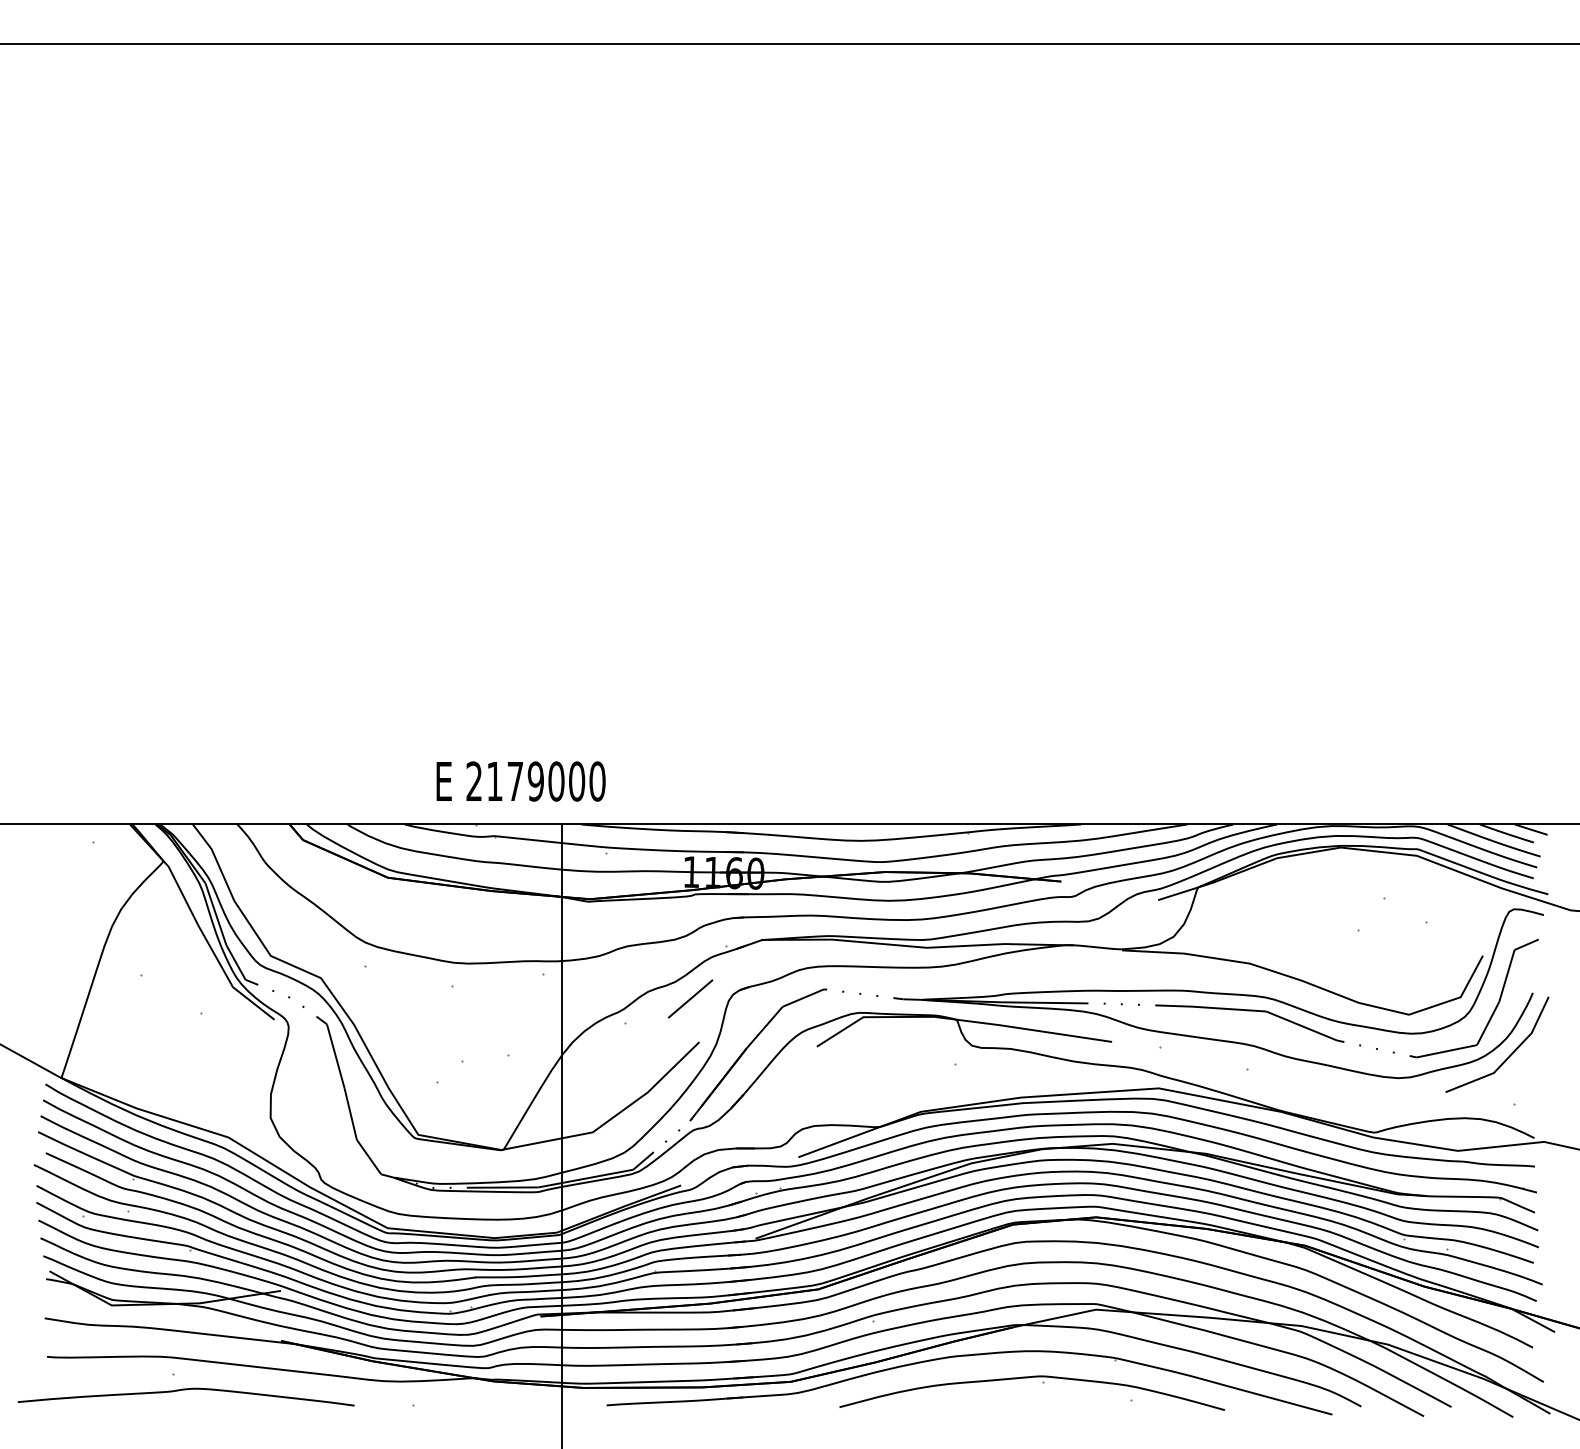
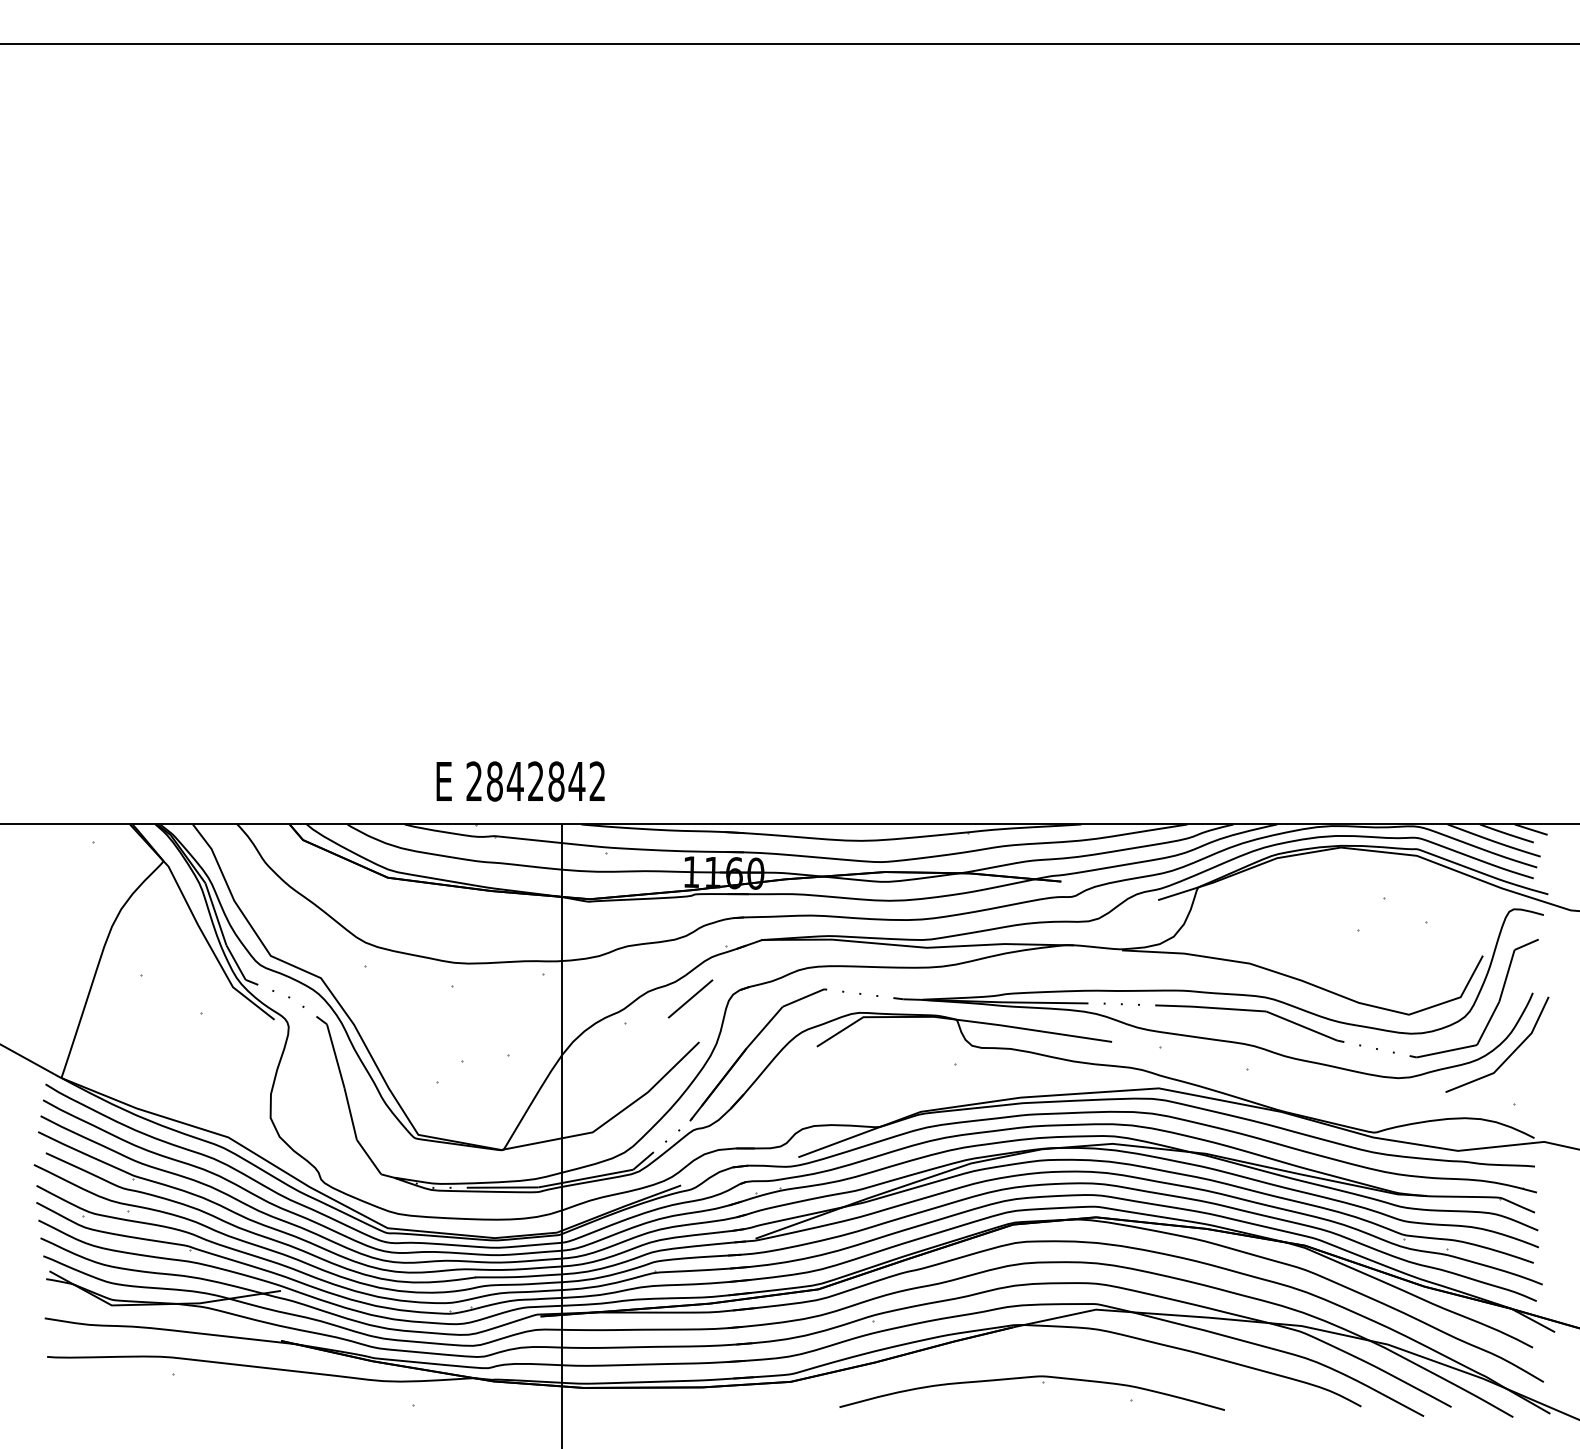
text at (546, 781): 2179000 -> 2842842
part at (969, 1356): present -> none
curve at (185, 1390): present -> none
